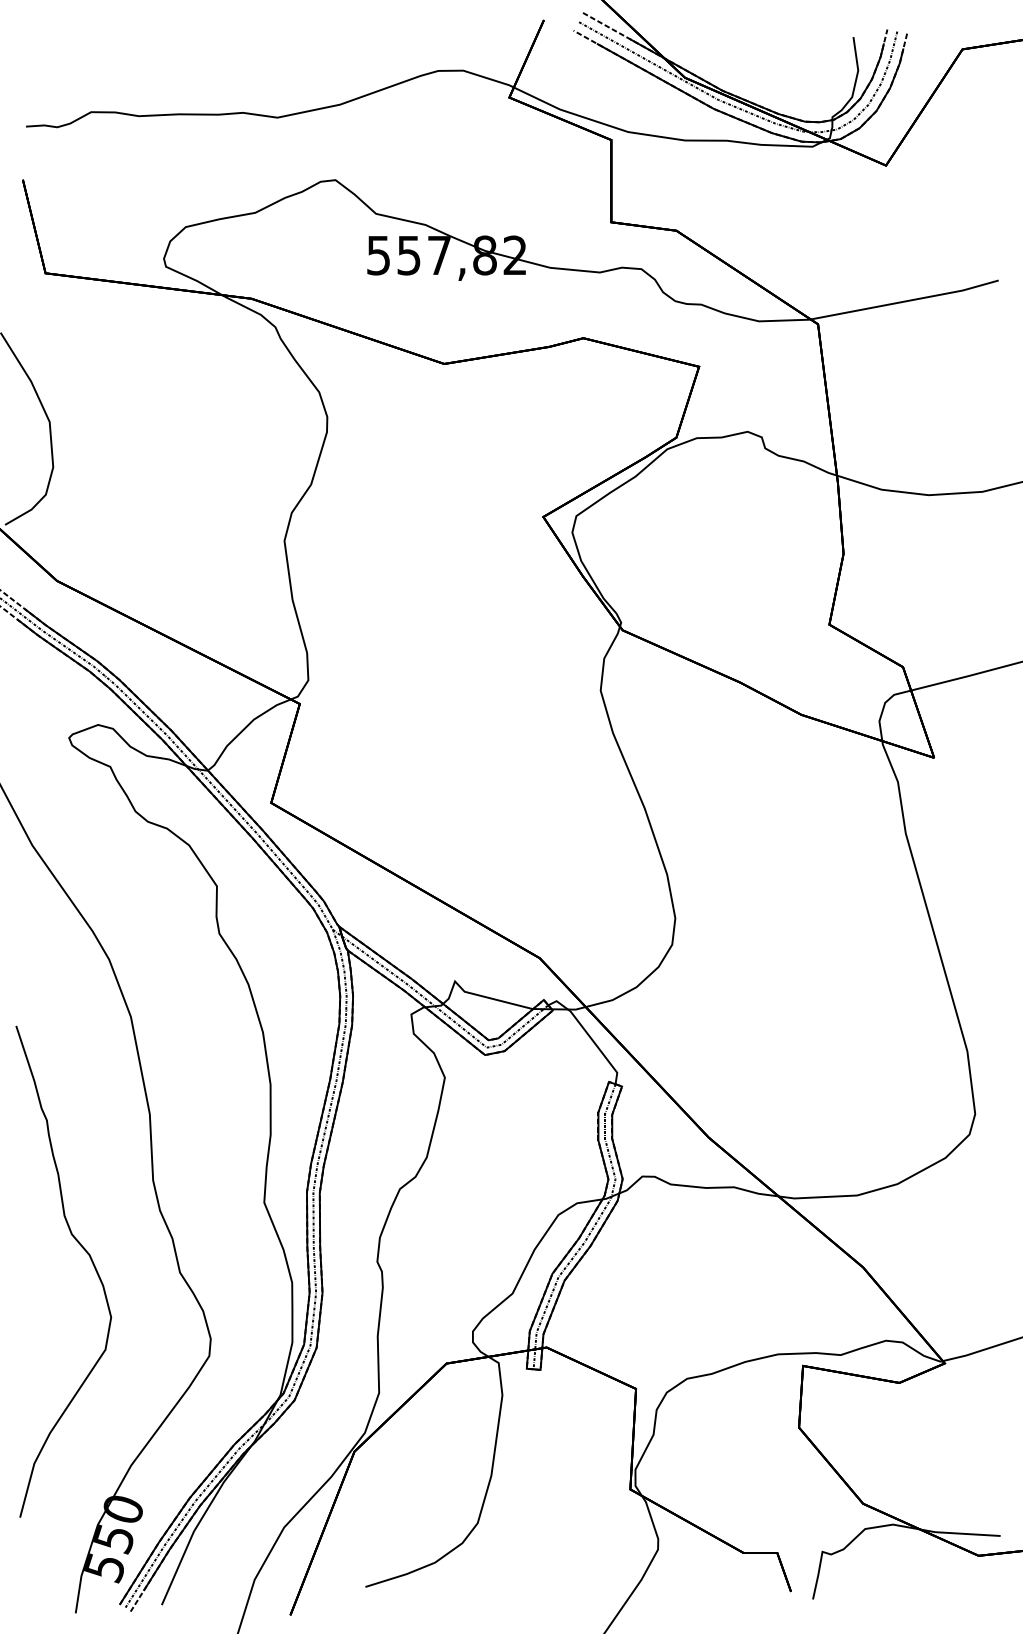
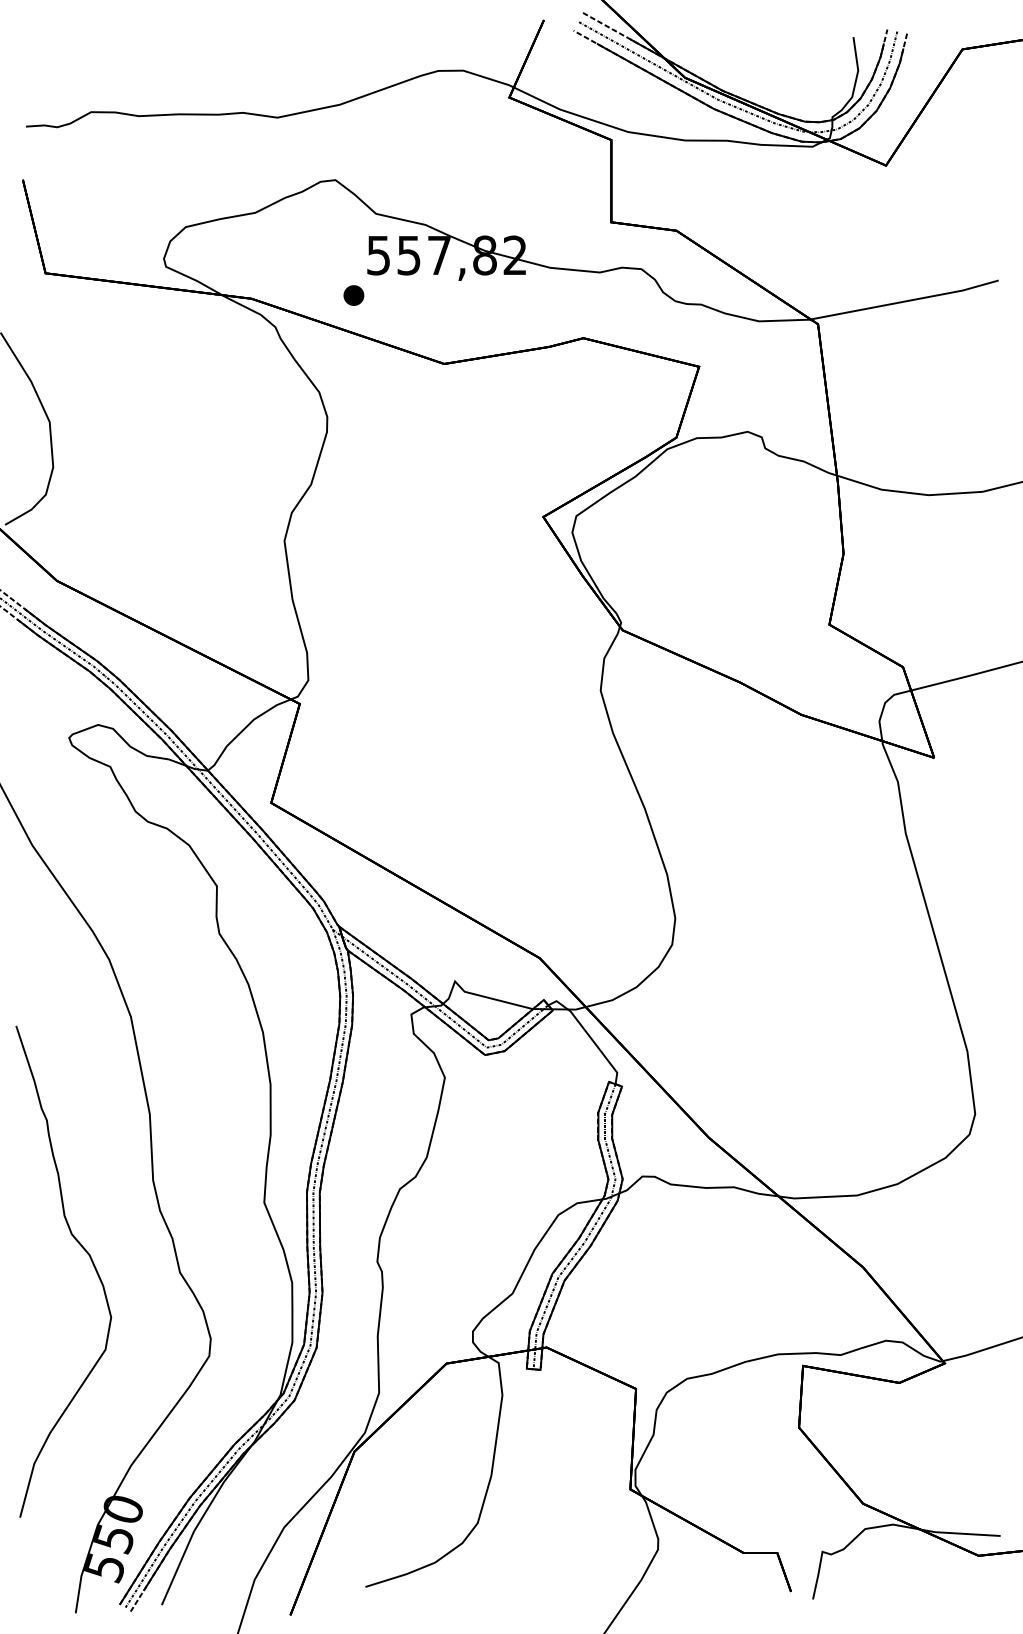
part at (353, 295): none -> present
